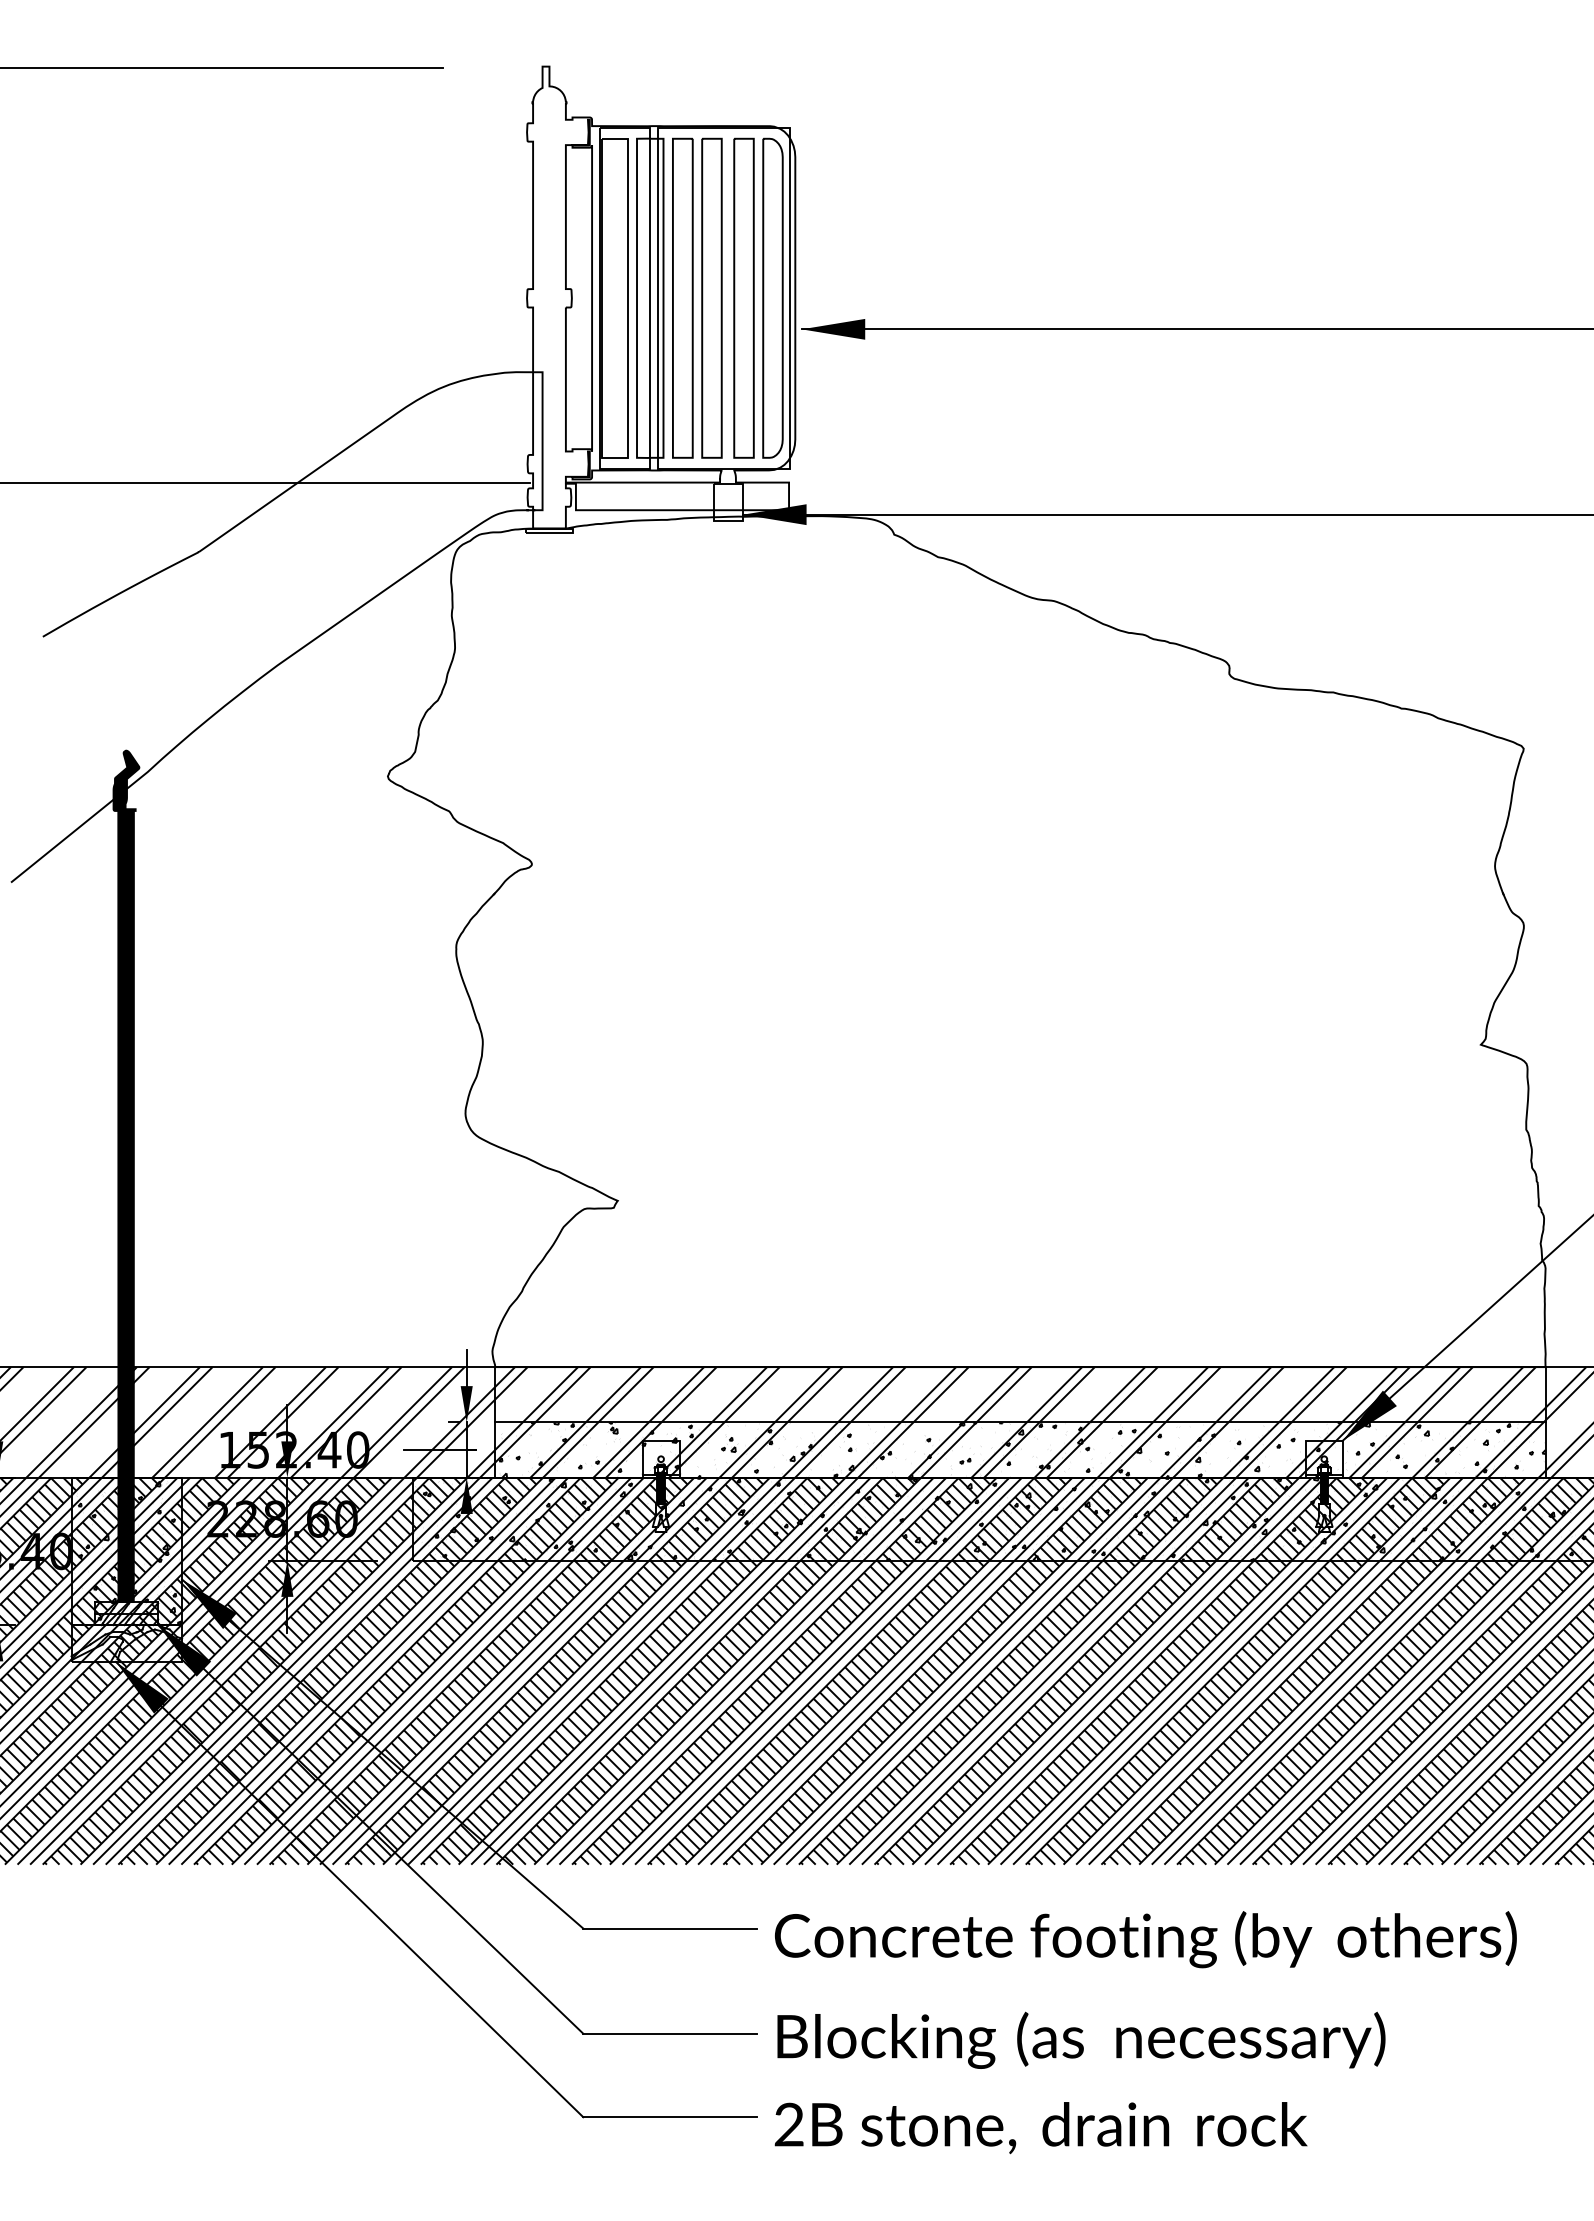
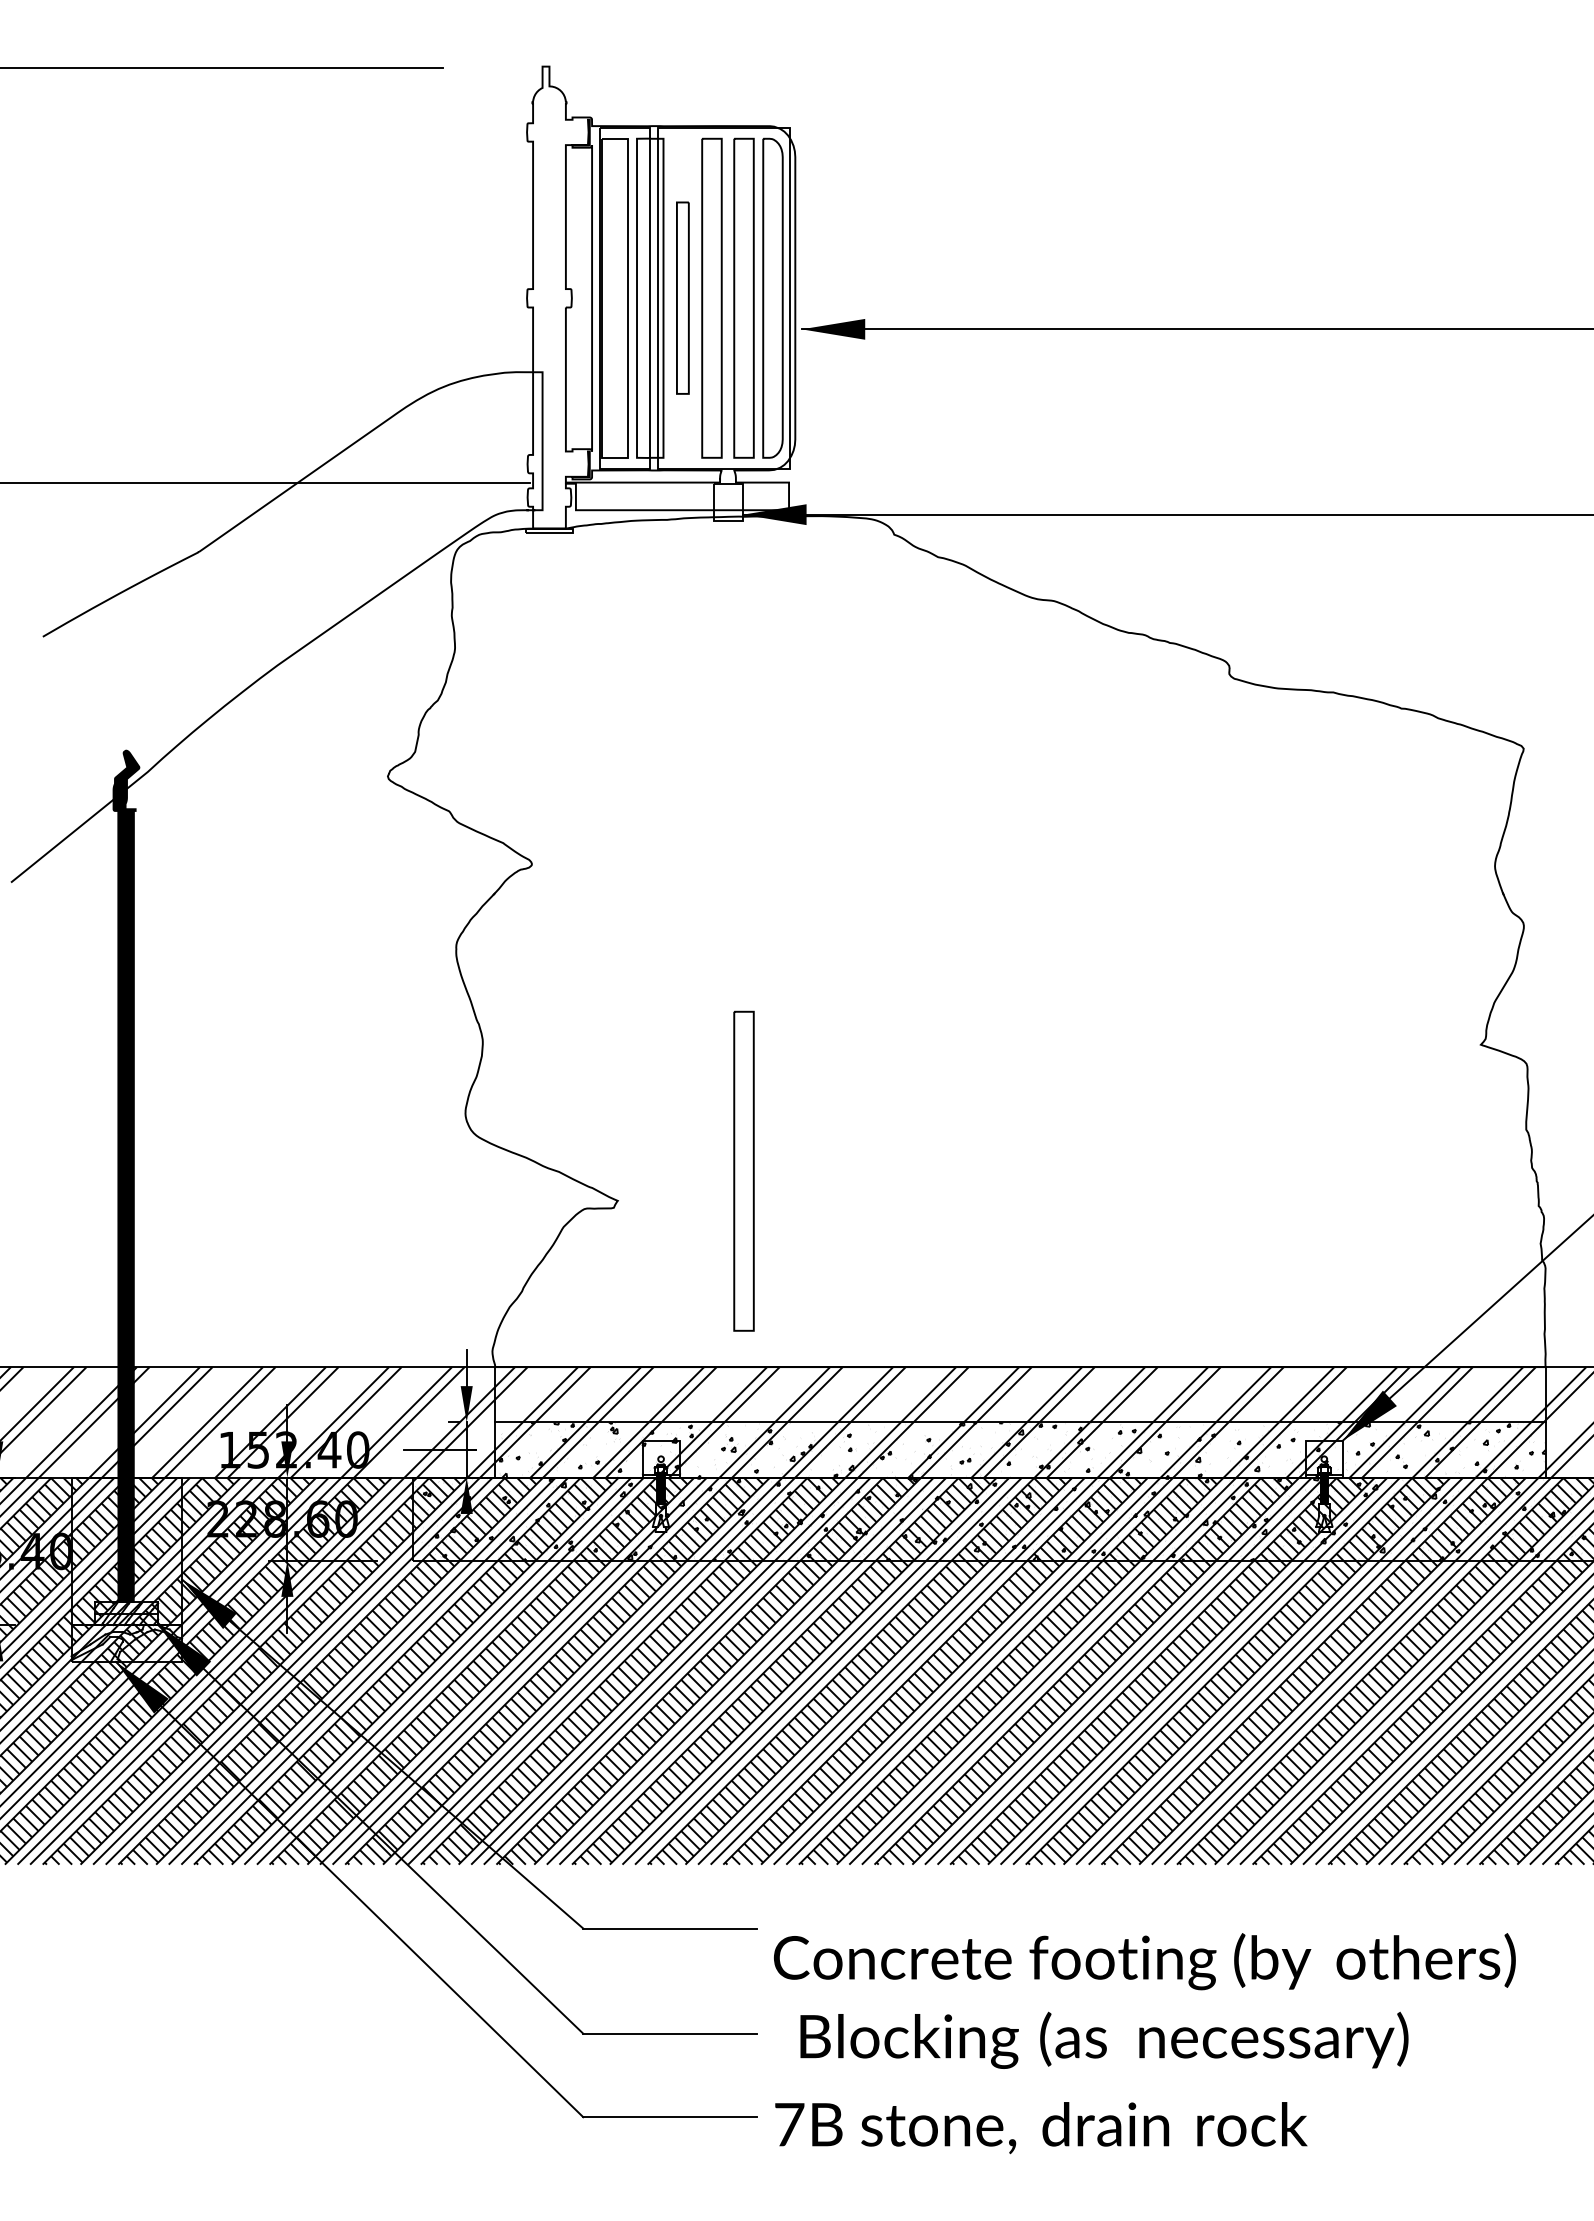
part at (682, 297) size: 22x322 px -> 14x194 px
part at (743, 1170): none -> present
hatch at (126, 1551): present -> none
text at (1145, 1939) position: (1145, 1939) -> (1144, 1961)
text at (1081, 2039) position: (1081, 2039) -> (1104, 2039)
text at (789, 2124): 2B -> 7B
